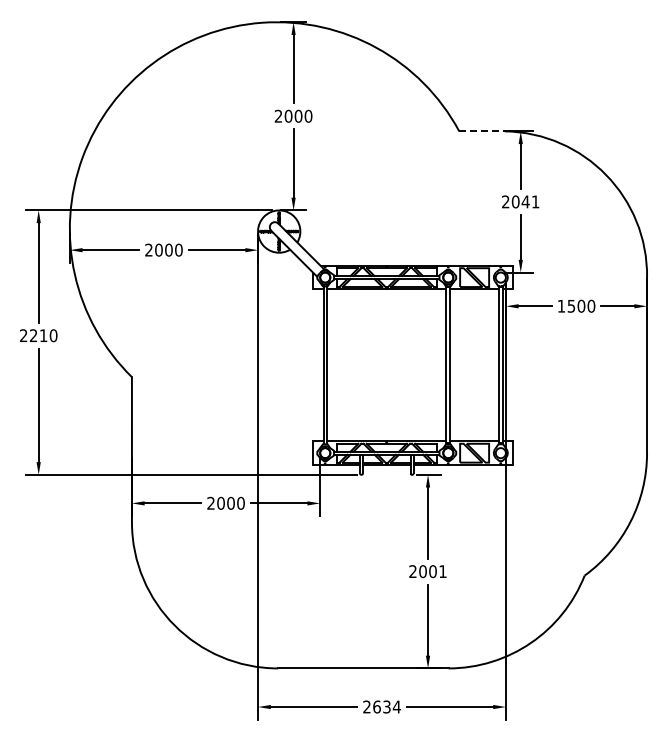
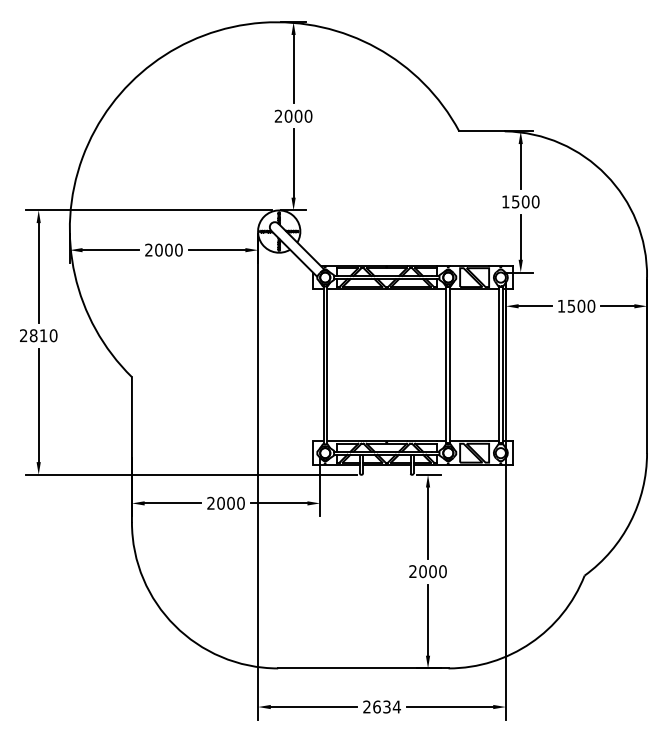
line at (482, 131): dashed -> solid
text at (520, 201): 2041 -> 1500
text at (33, 335): 2210 -> 2810
text at (442, 571): 2001 -> 2000
